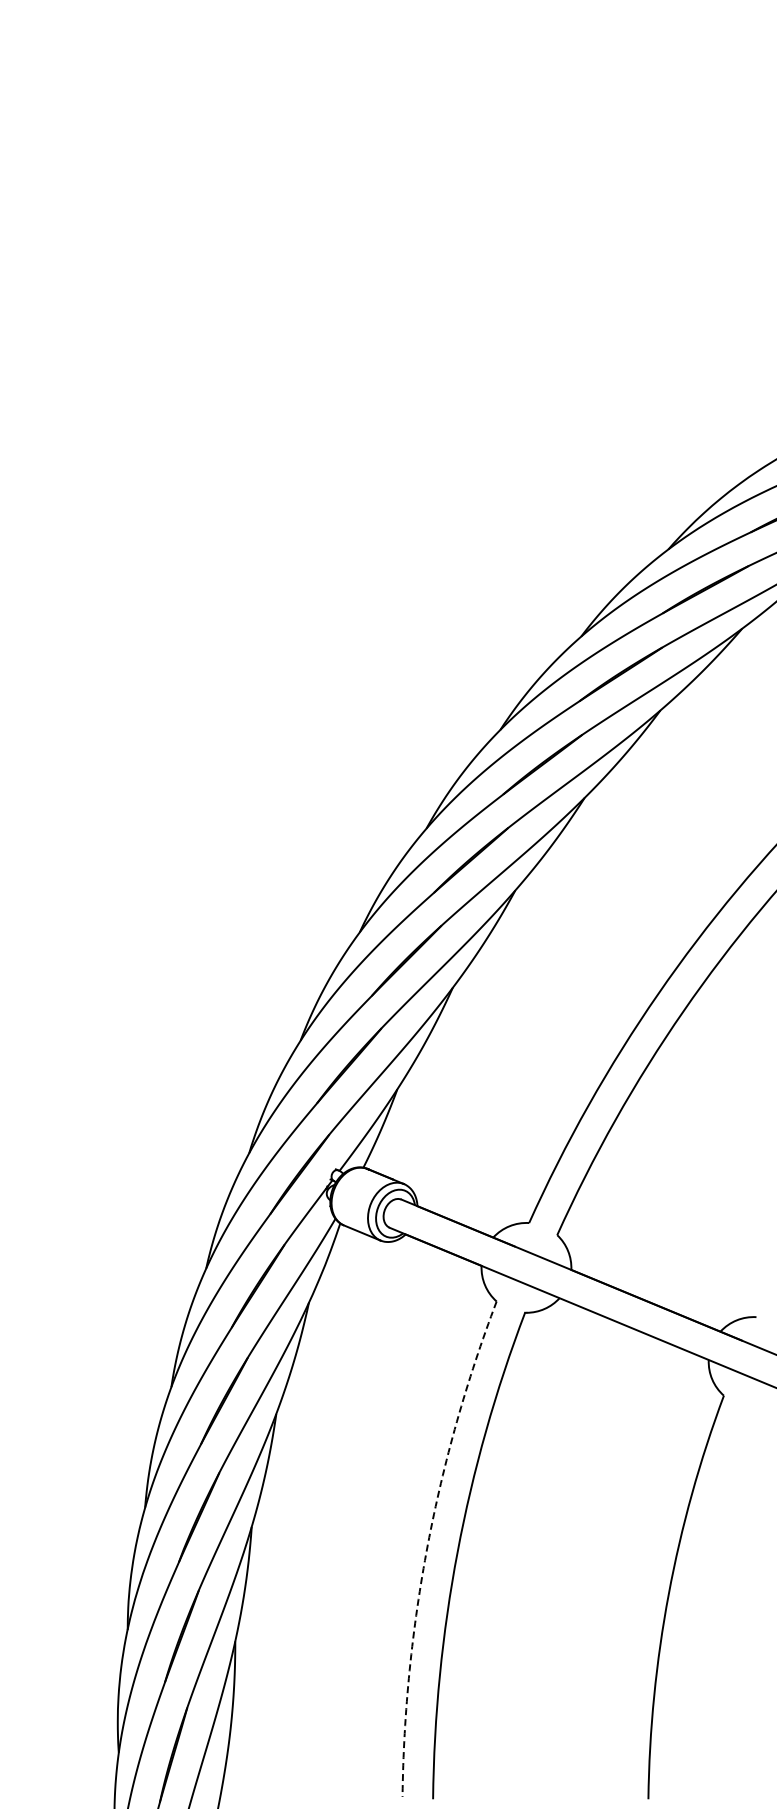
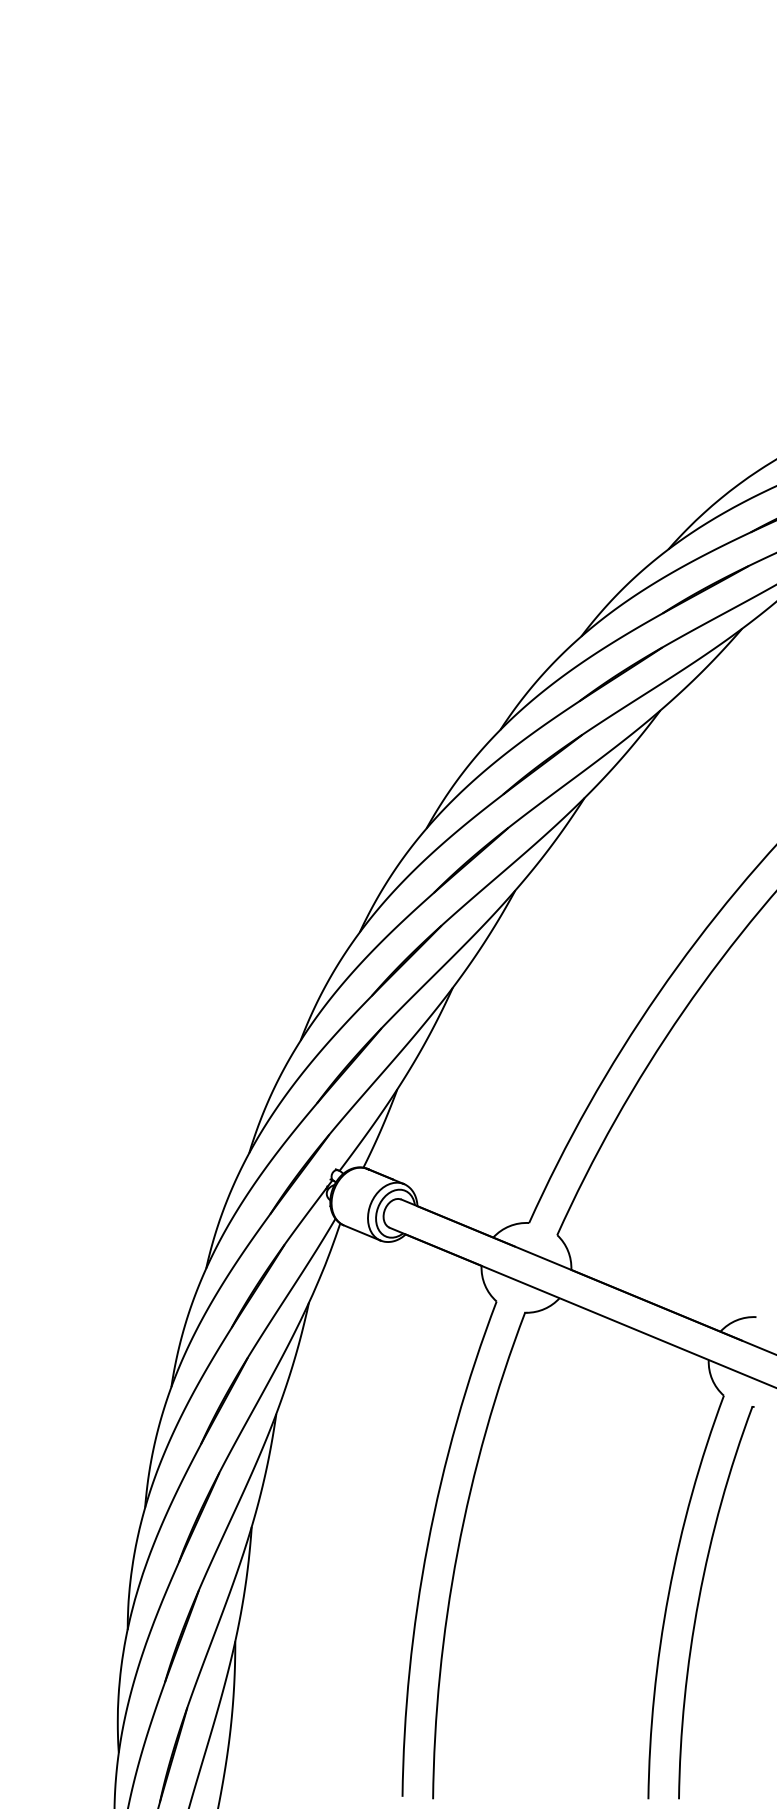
arc at (427, 1545): dashed -> solid
part at (700, 1597): none -> present
